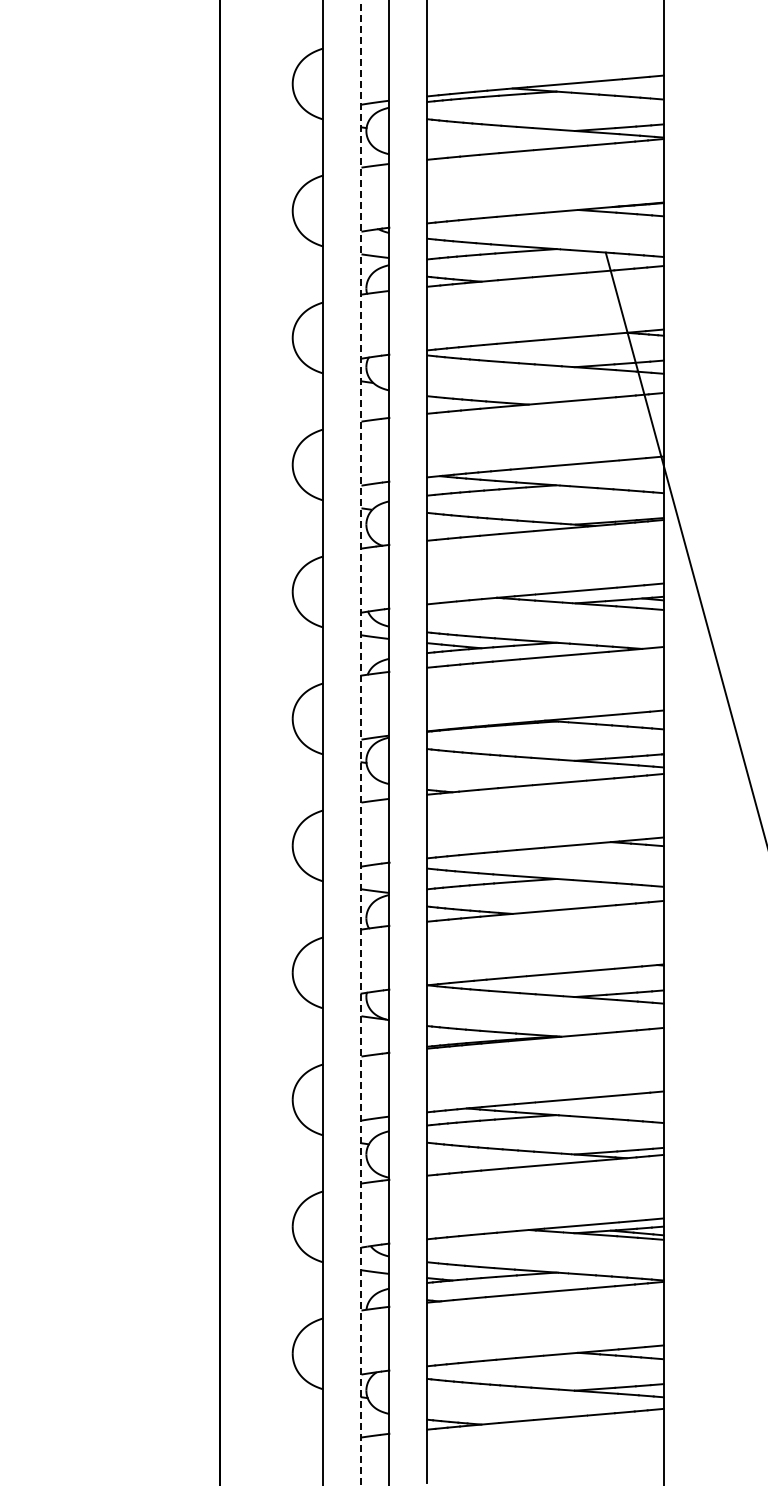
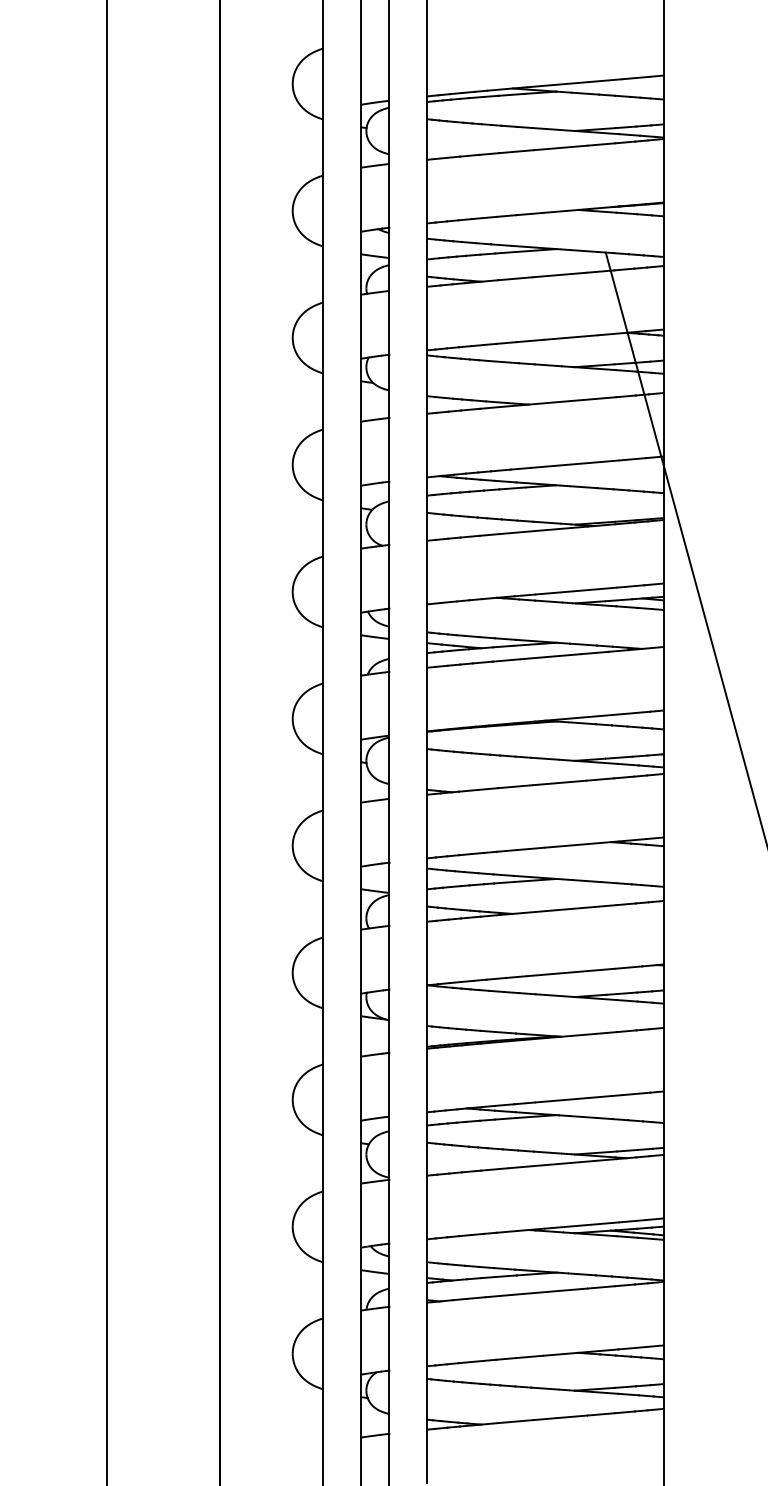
line at (107, 742): none -> present
line at (361, 742): dashed -> solid
